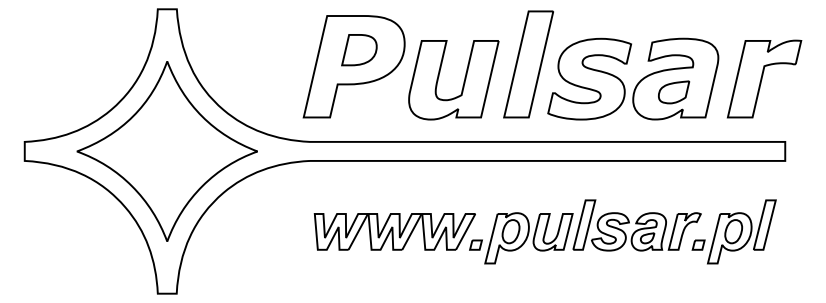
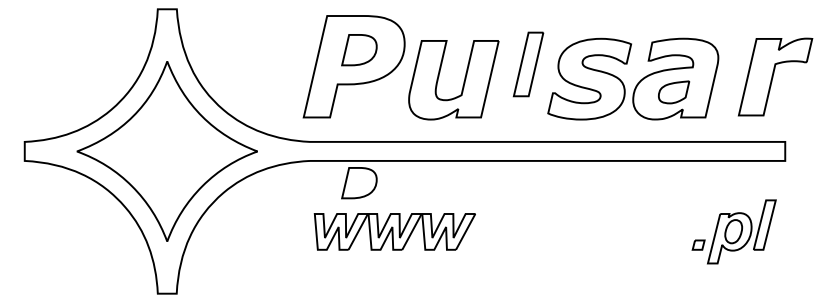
part at (528, 64) size: 51x109 px -> 33x67 px
part at (764, 78) position: (764, 78) -> (775, 76)
part at (359, 183): none -> present
part at (585, 231): present -> none
